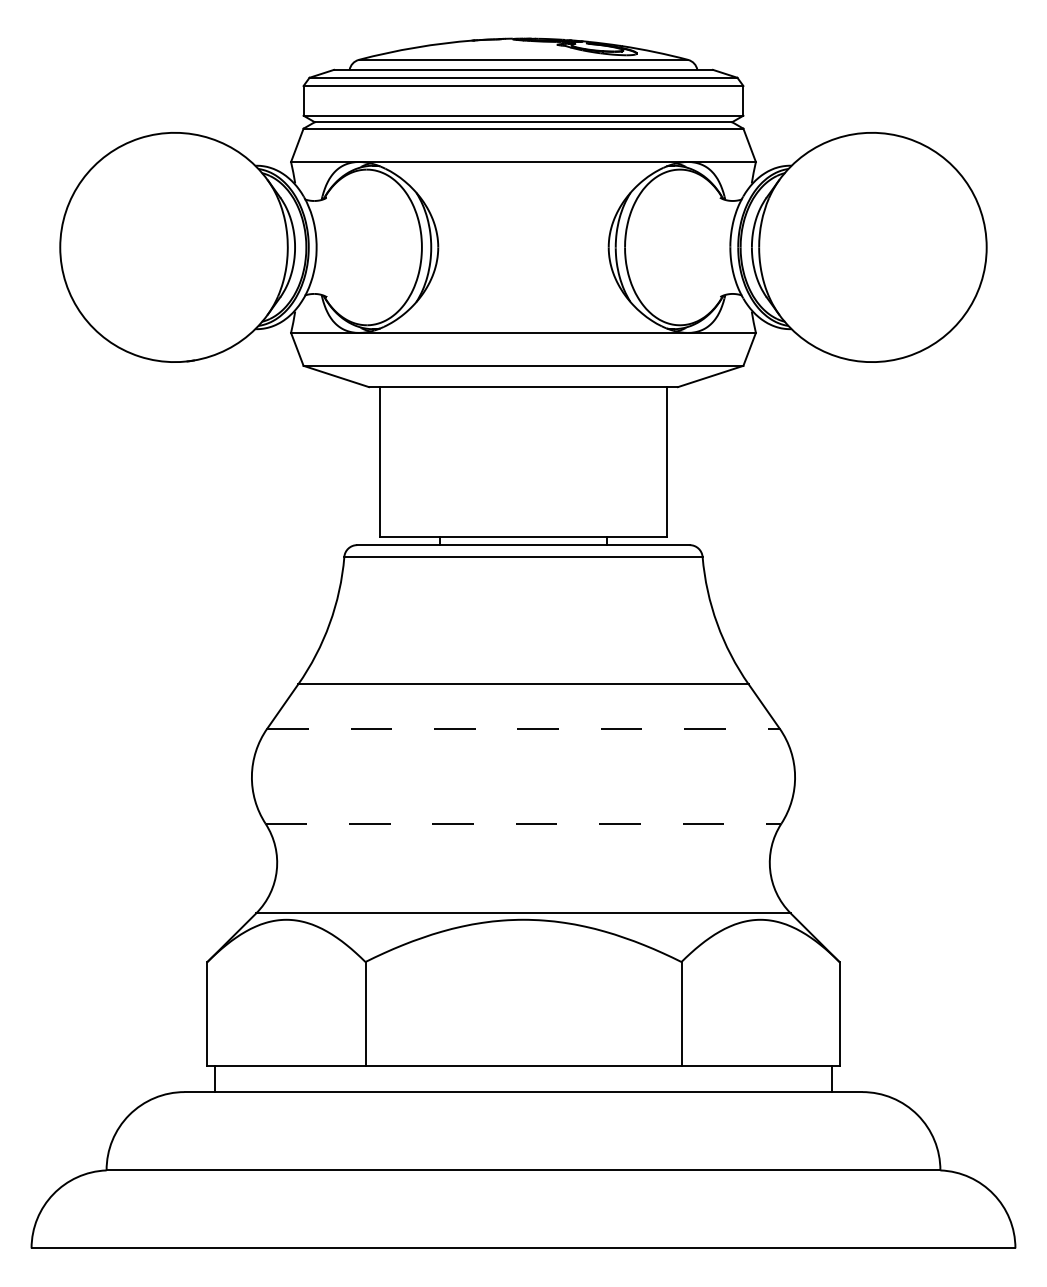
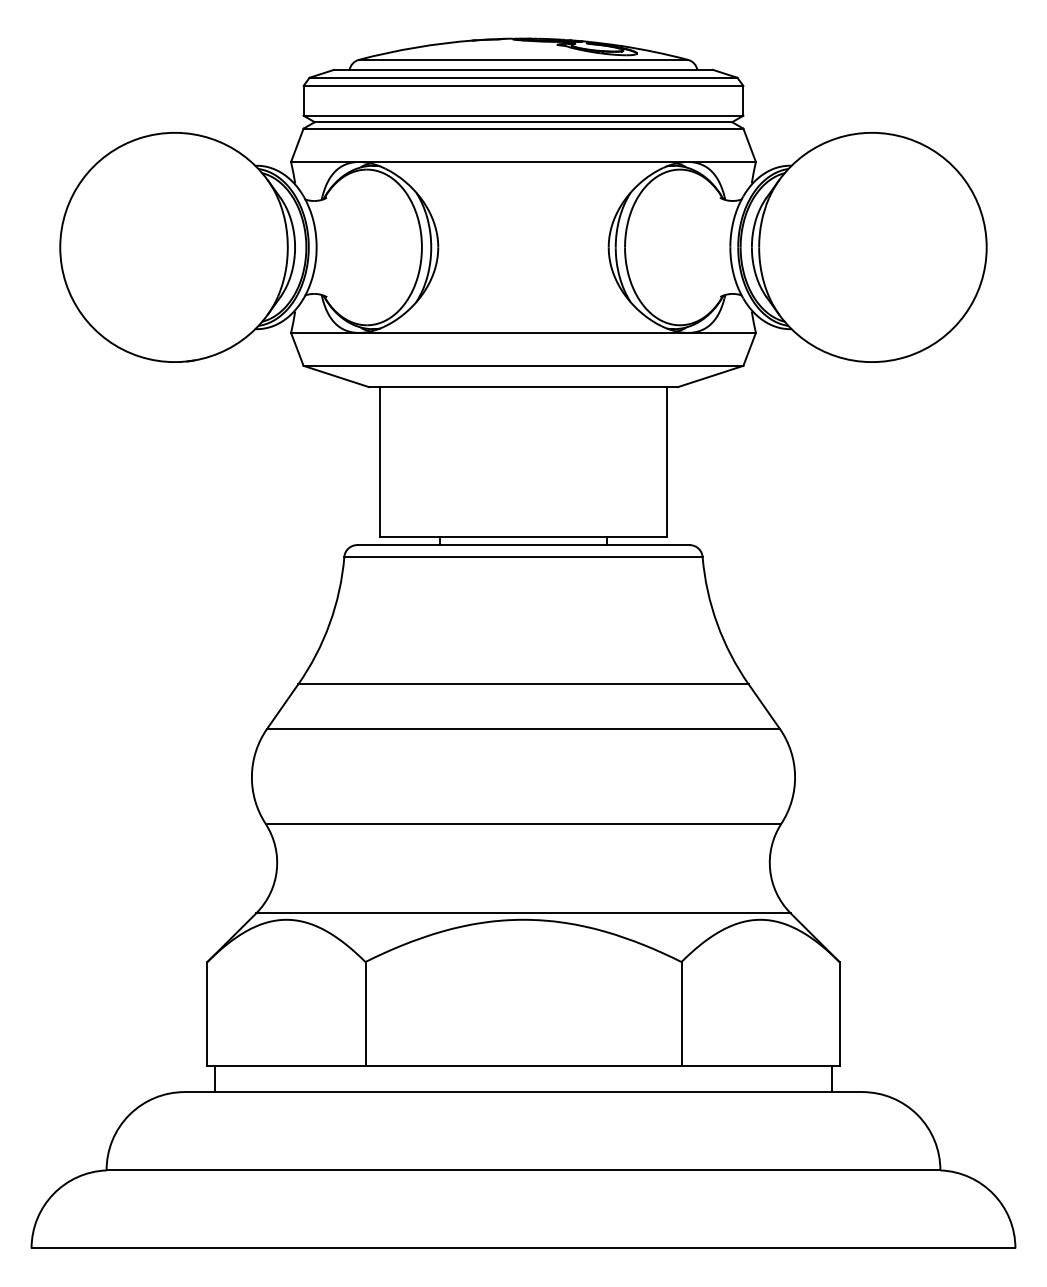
line at (524, 728): dashed -> solid
line at (523, 823): dashed -> solid
